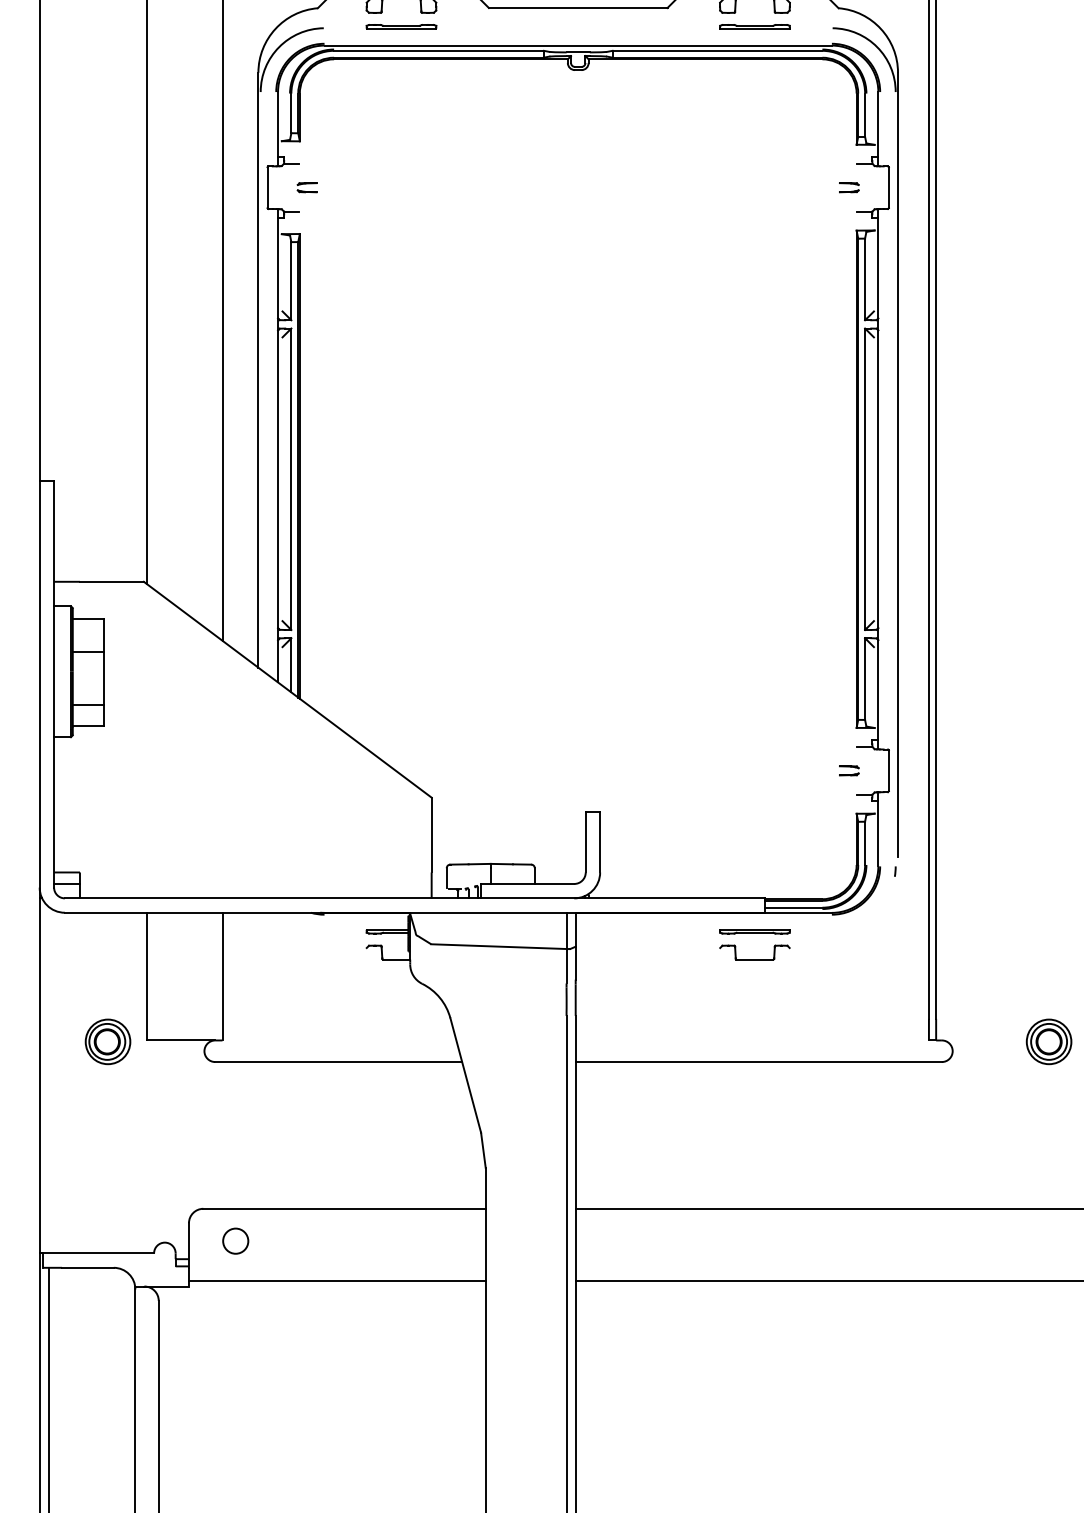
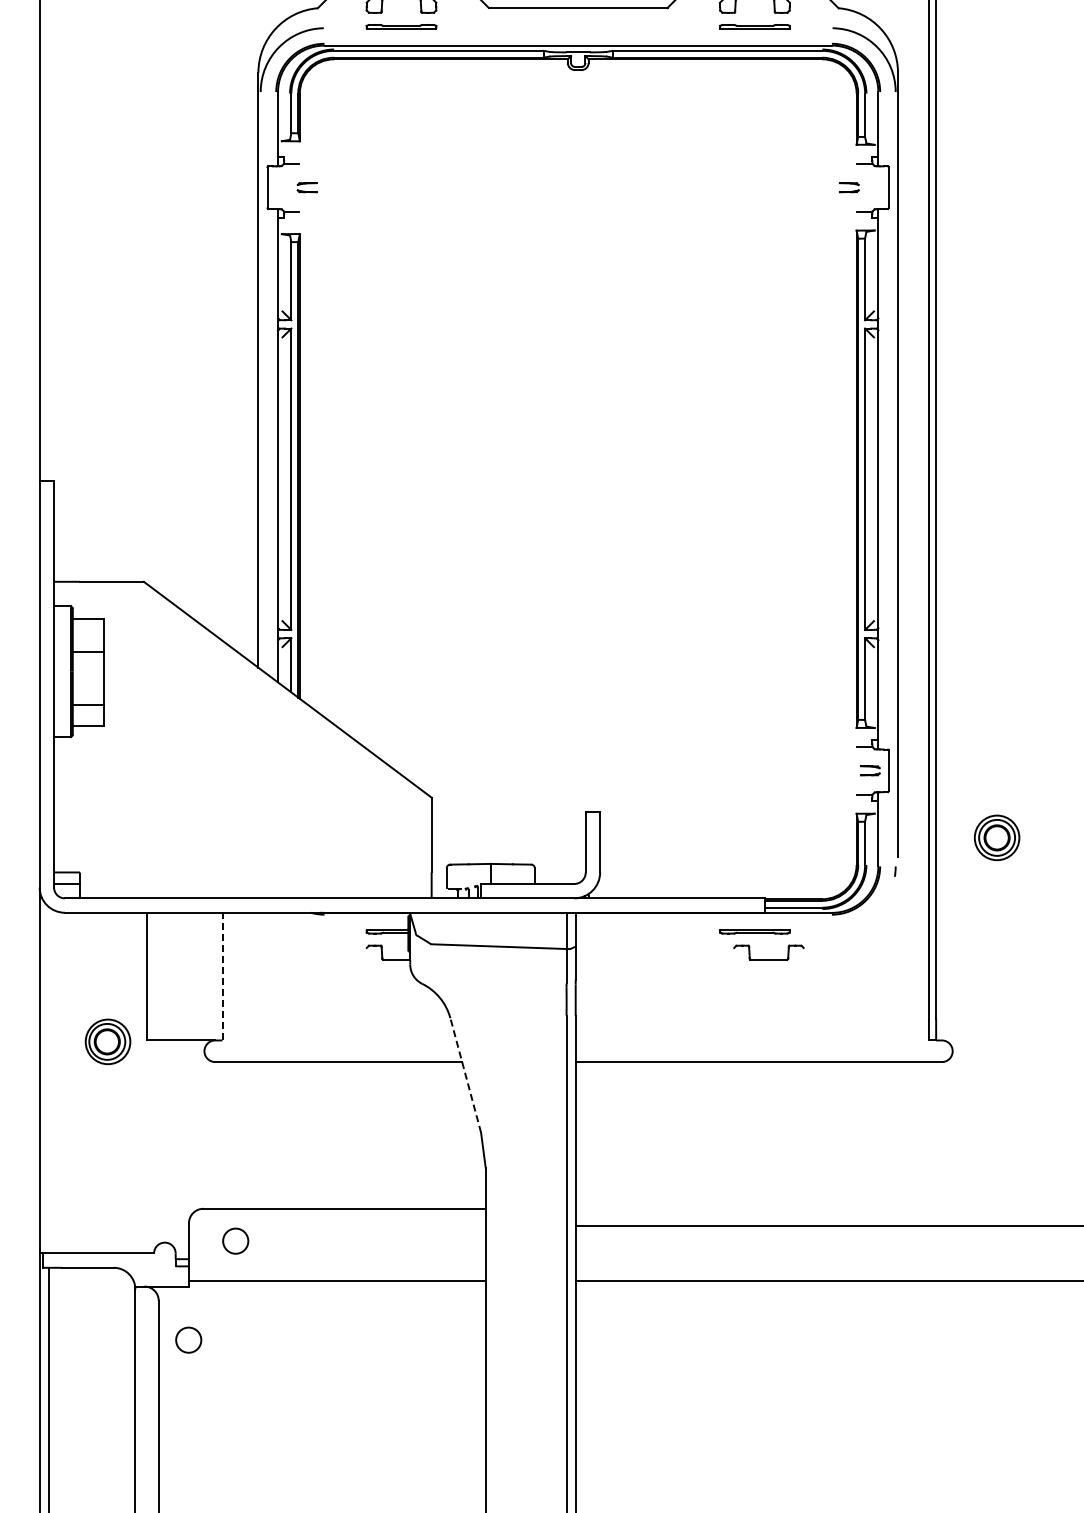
line at (146, 293): present -> none
line at (222, 321): present -> none
part at (849, 770) position: (849, 770) -> (870, 770)
part at (754, 959) position: (754, 959) -> (768, 959)
line at (222, 976): solid -> dashed
part at (1048, 1041) position: (1048, 1041) -> (996, 837)
line at (465, 1074): solid -> dashed
line at (827, 1208) position: (827, 1208) -> (827, 1225)
circle at (188, 1339): none -> present
